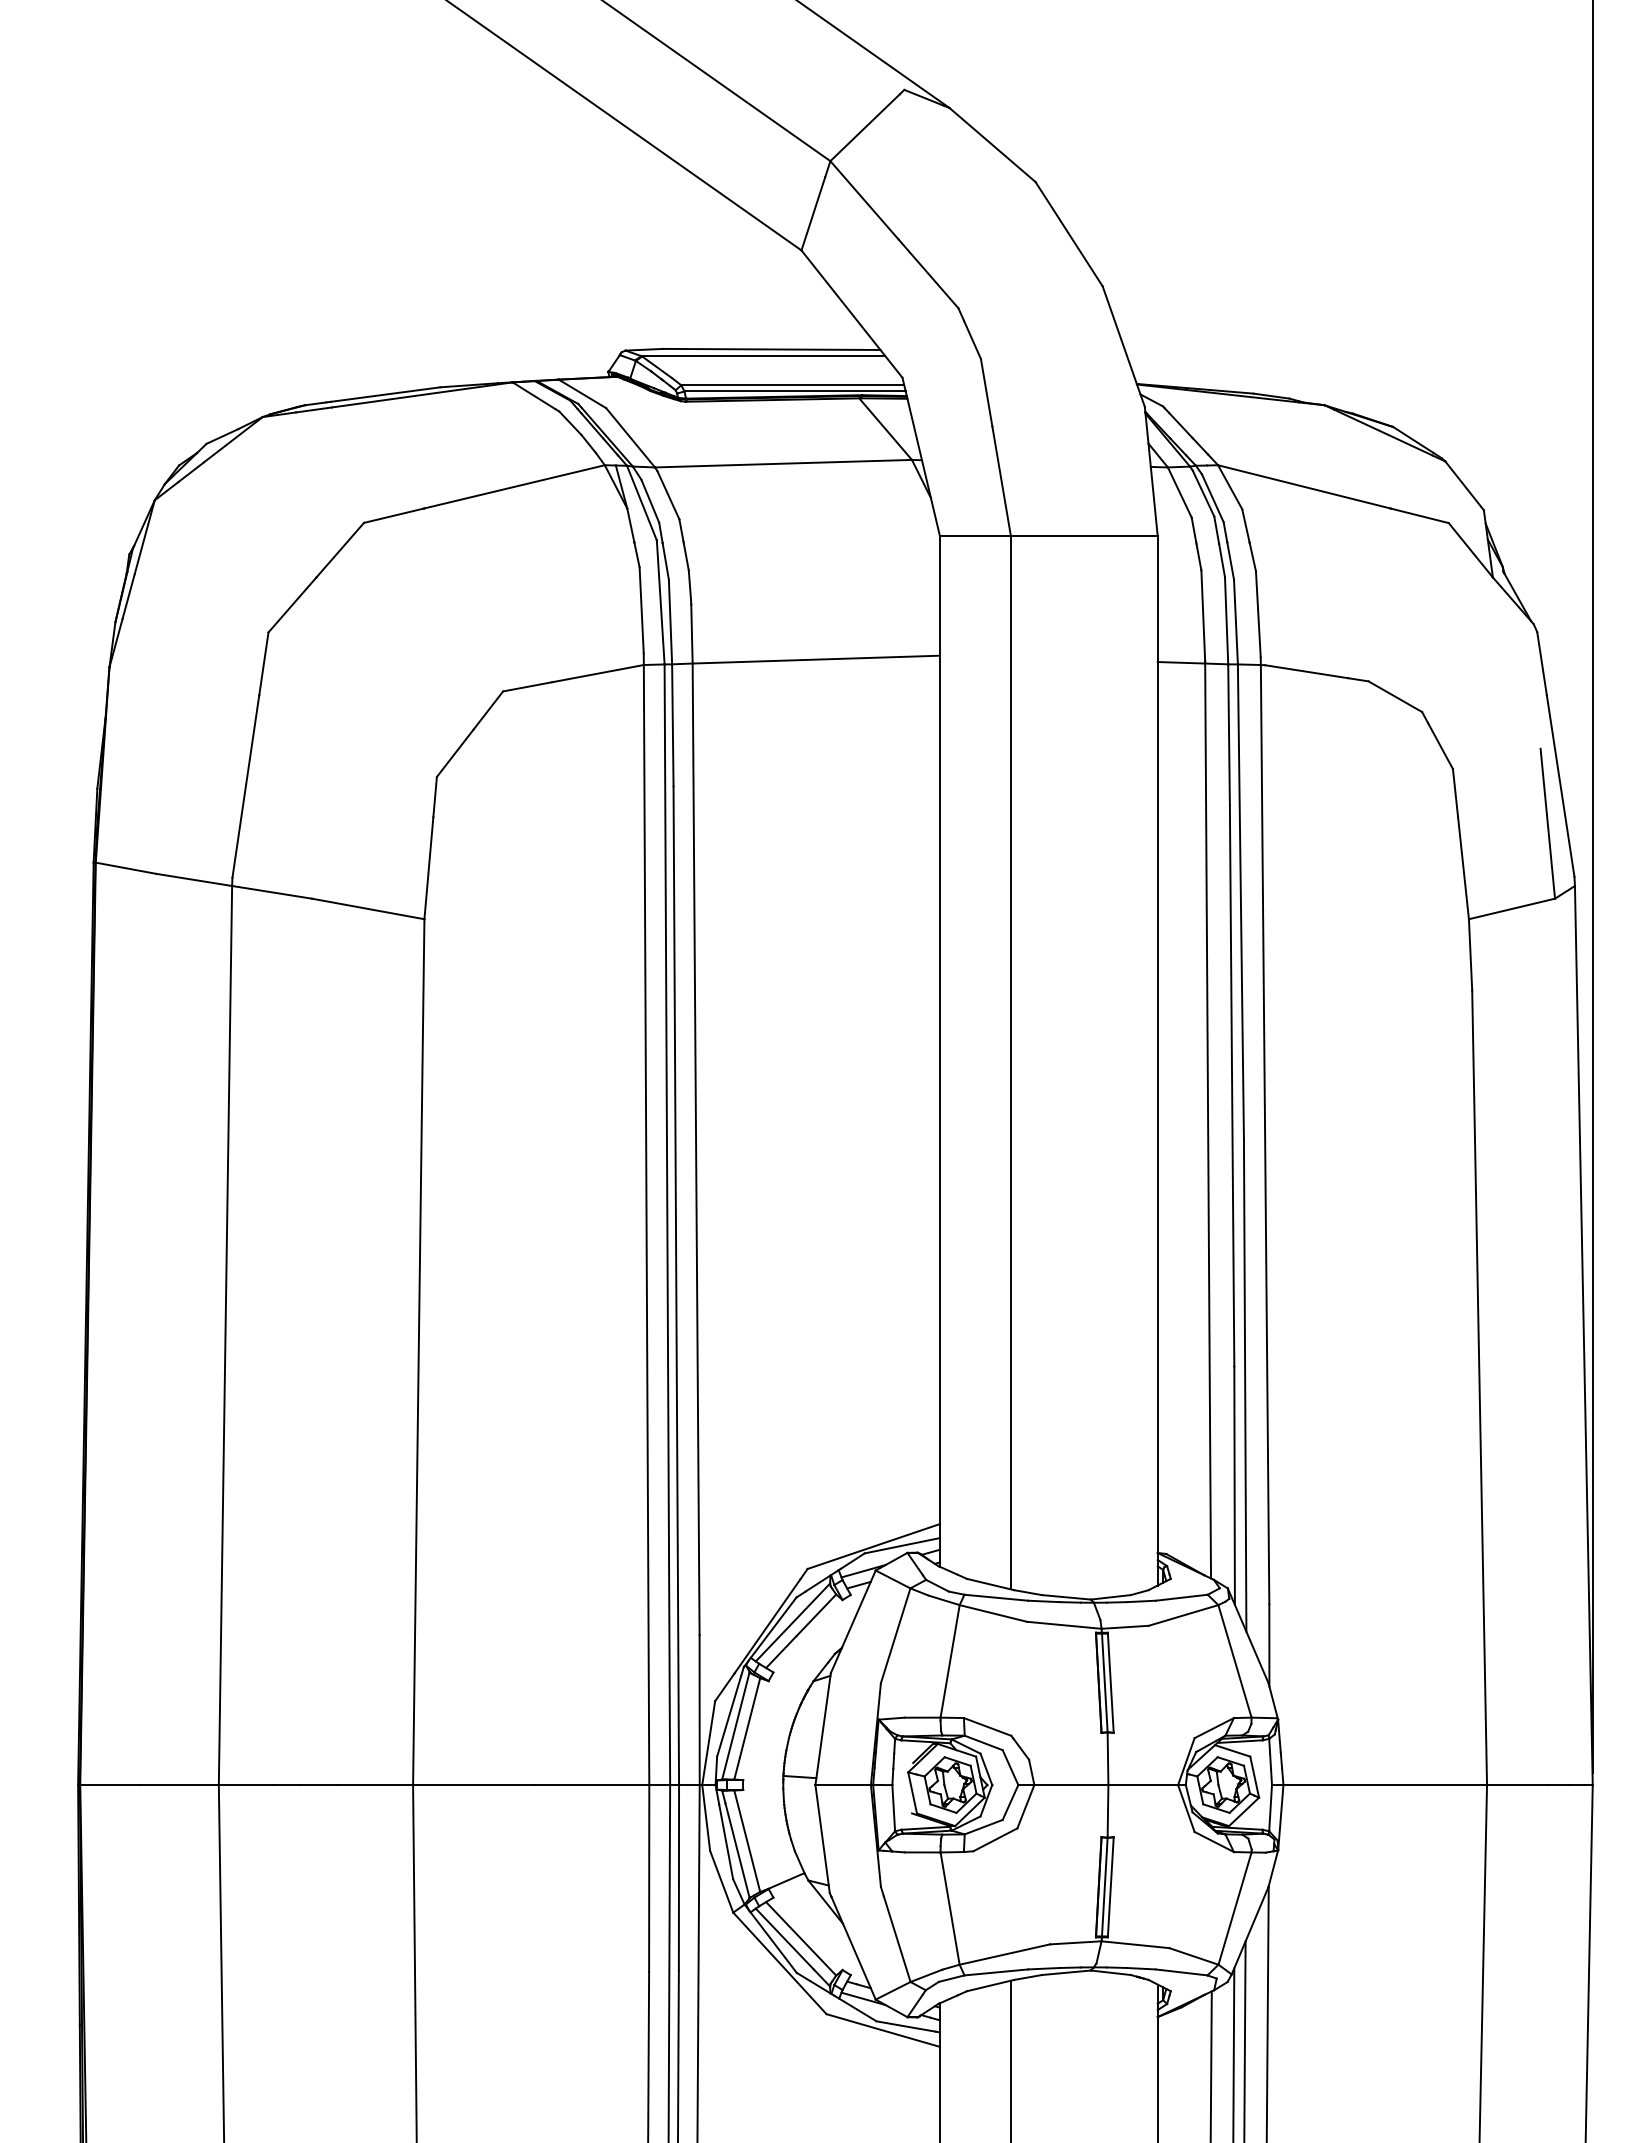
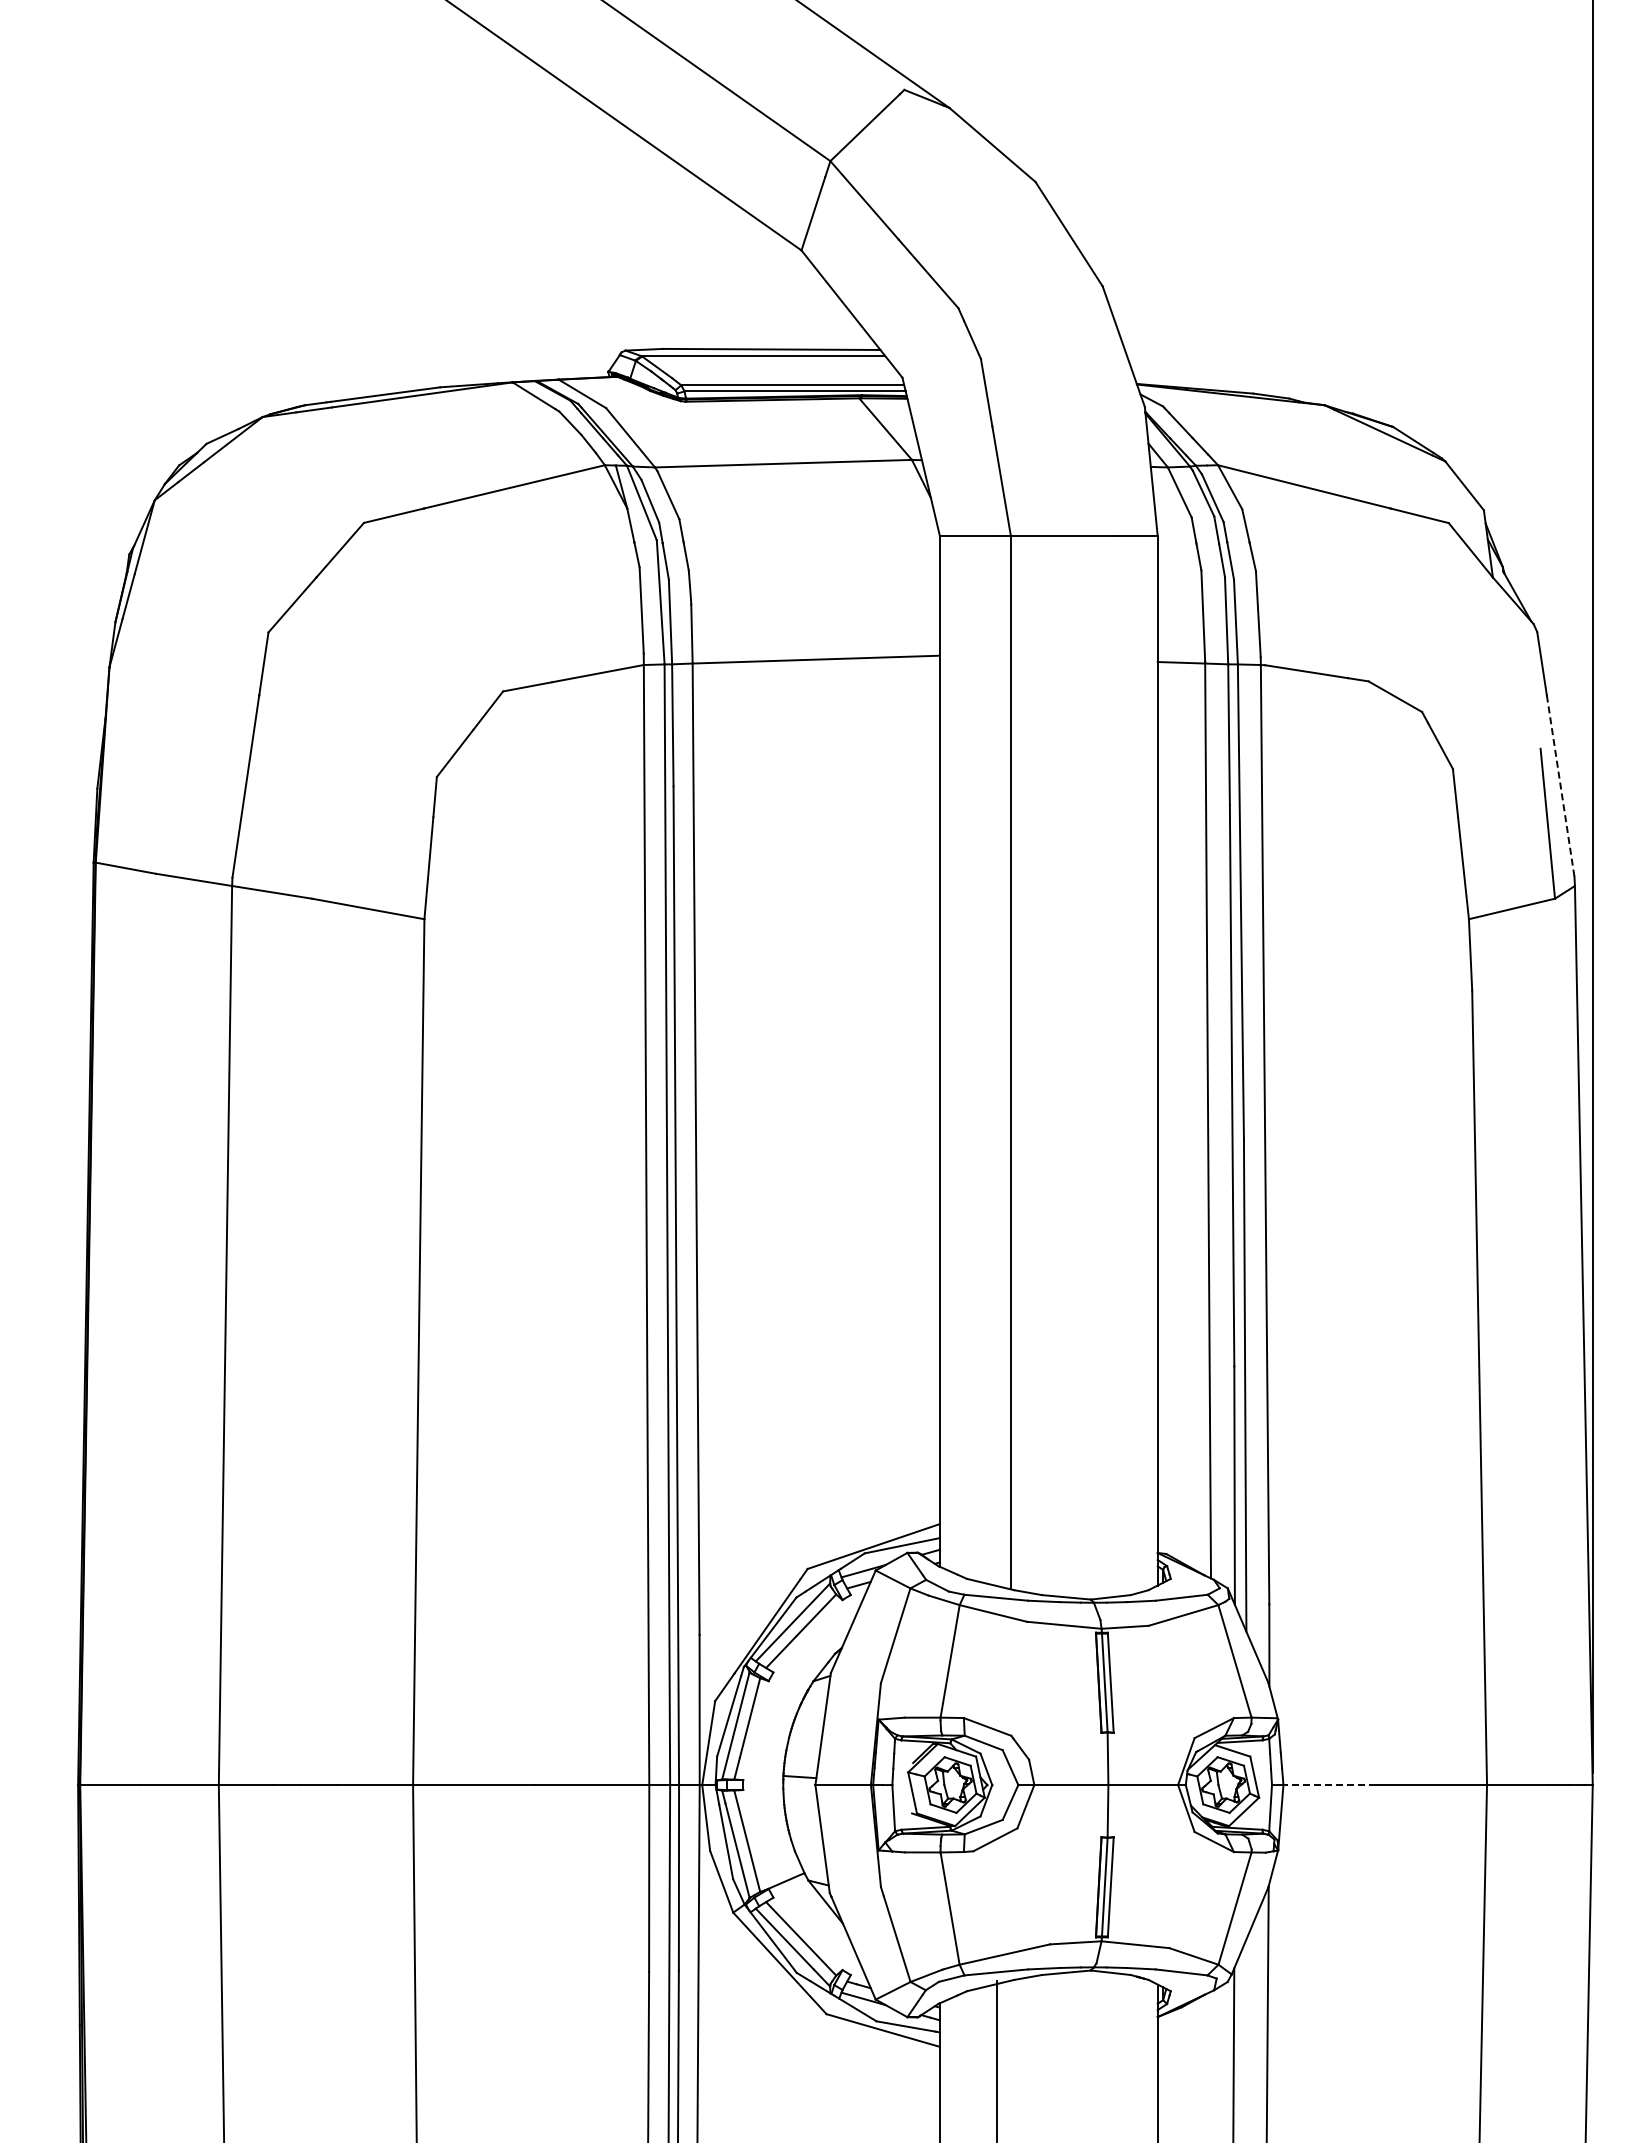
line at (1560, 786): solid -> dashed
line at (1329, 1785): solid -> dashed
line at (1244, 2040): present -> none
line at (1010, 2059) position: (1010, 2059) -> (996, 2059)
line at (1210, 2065): present -> none
